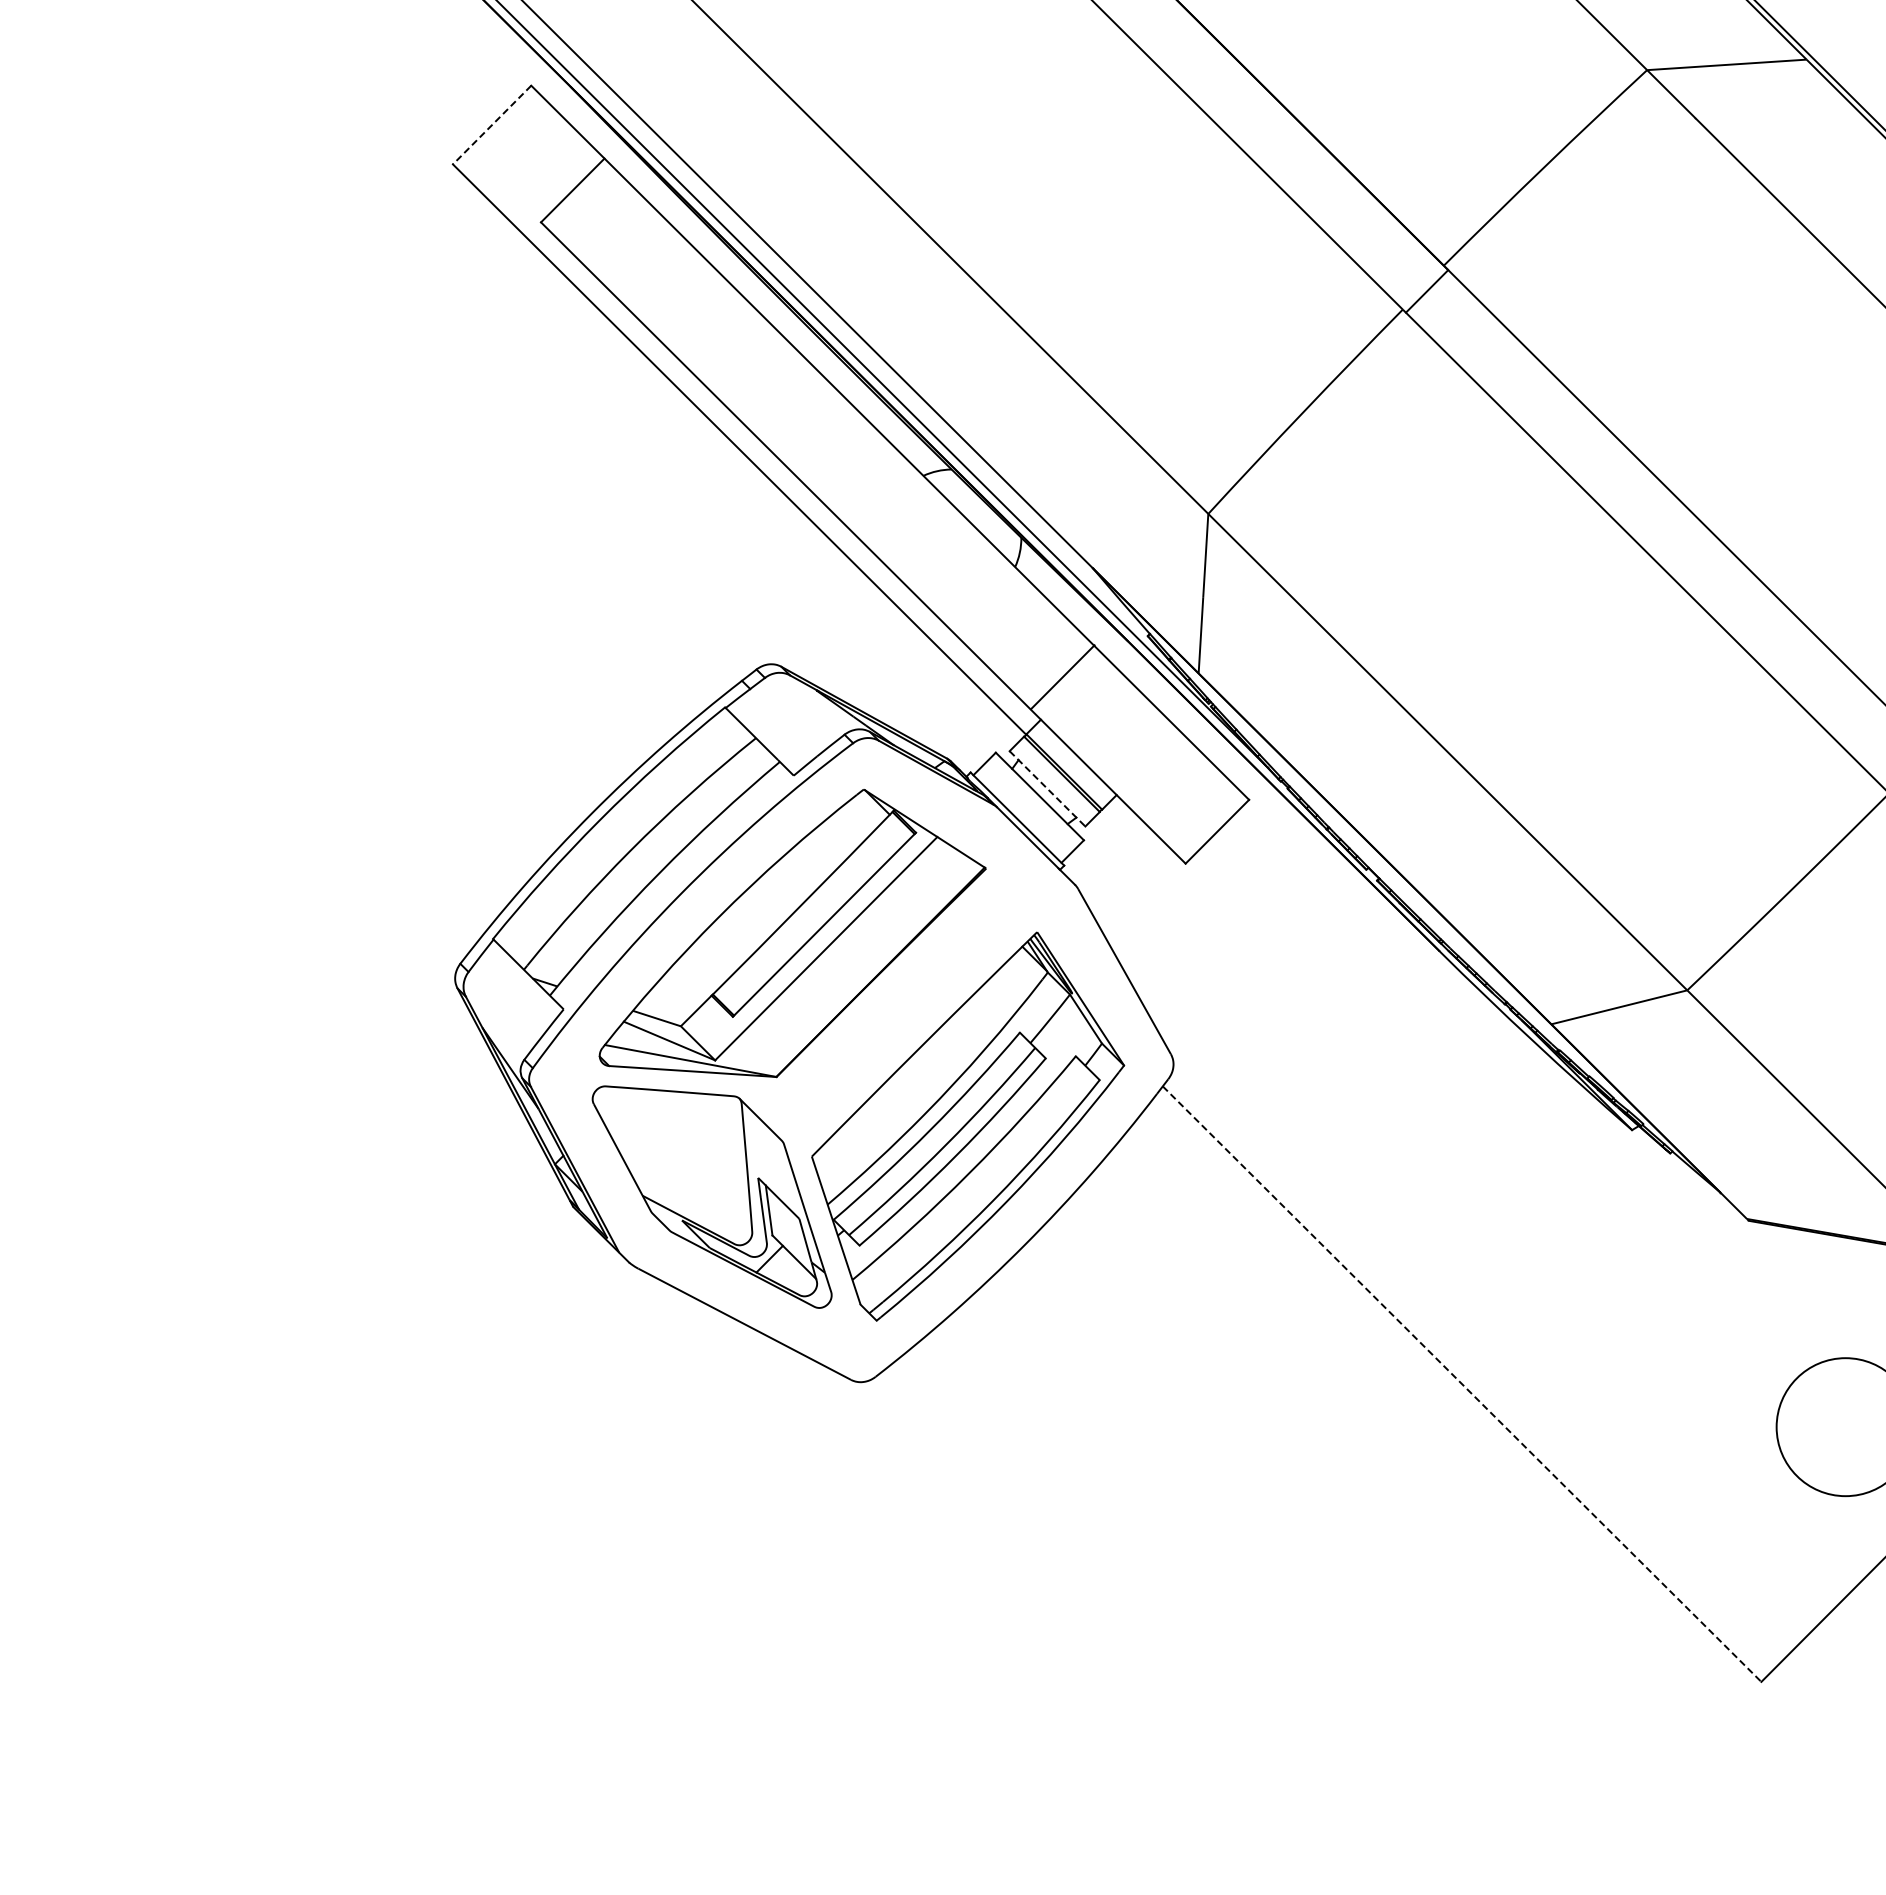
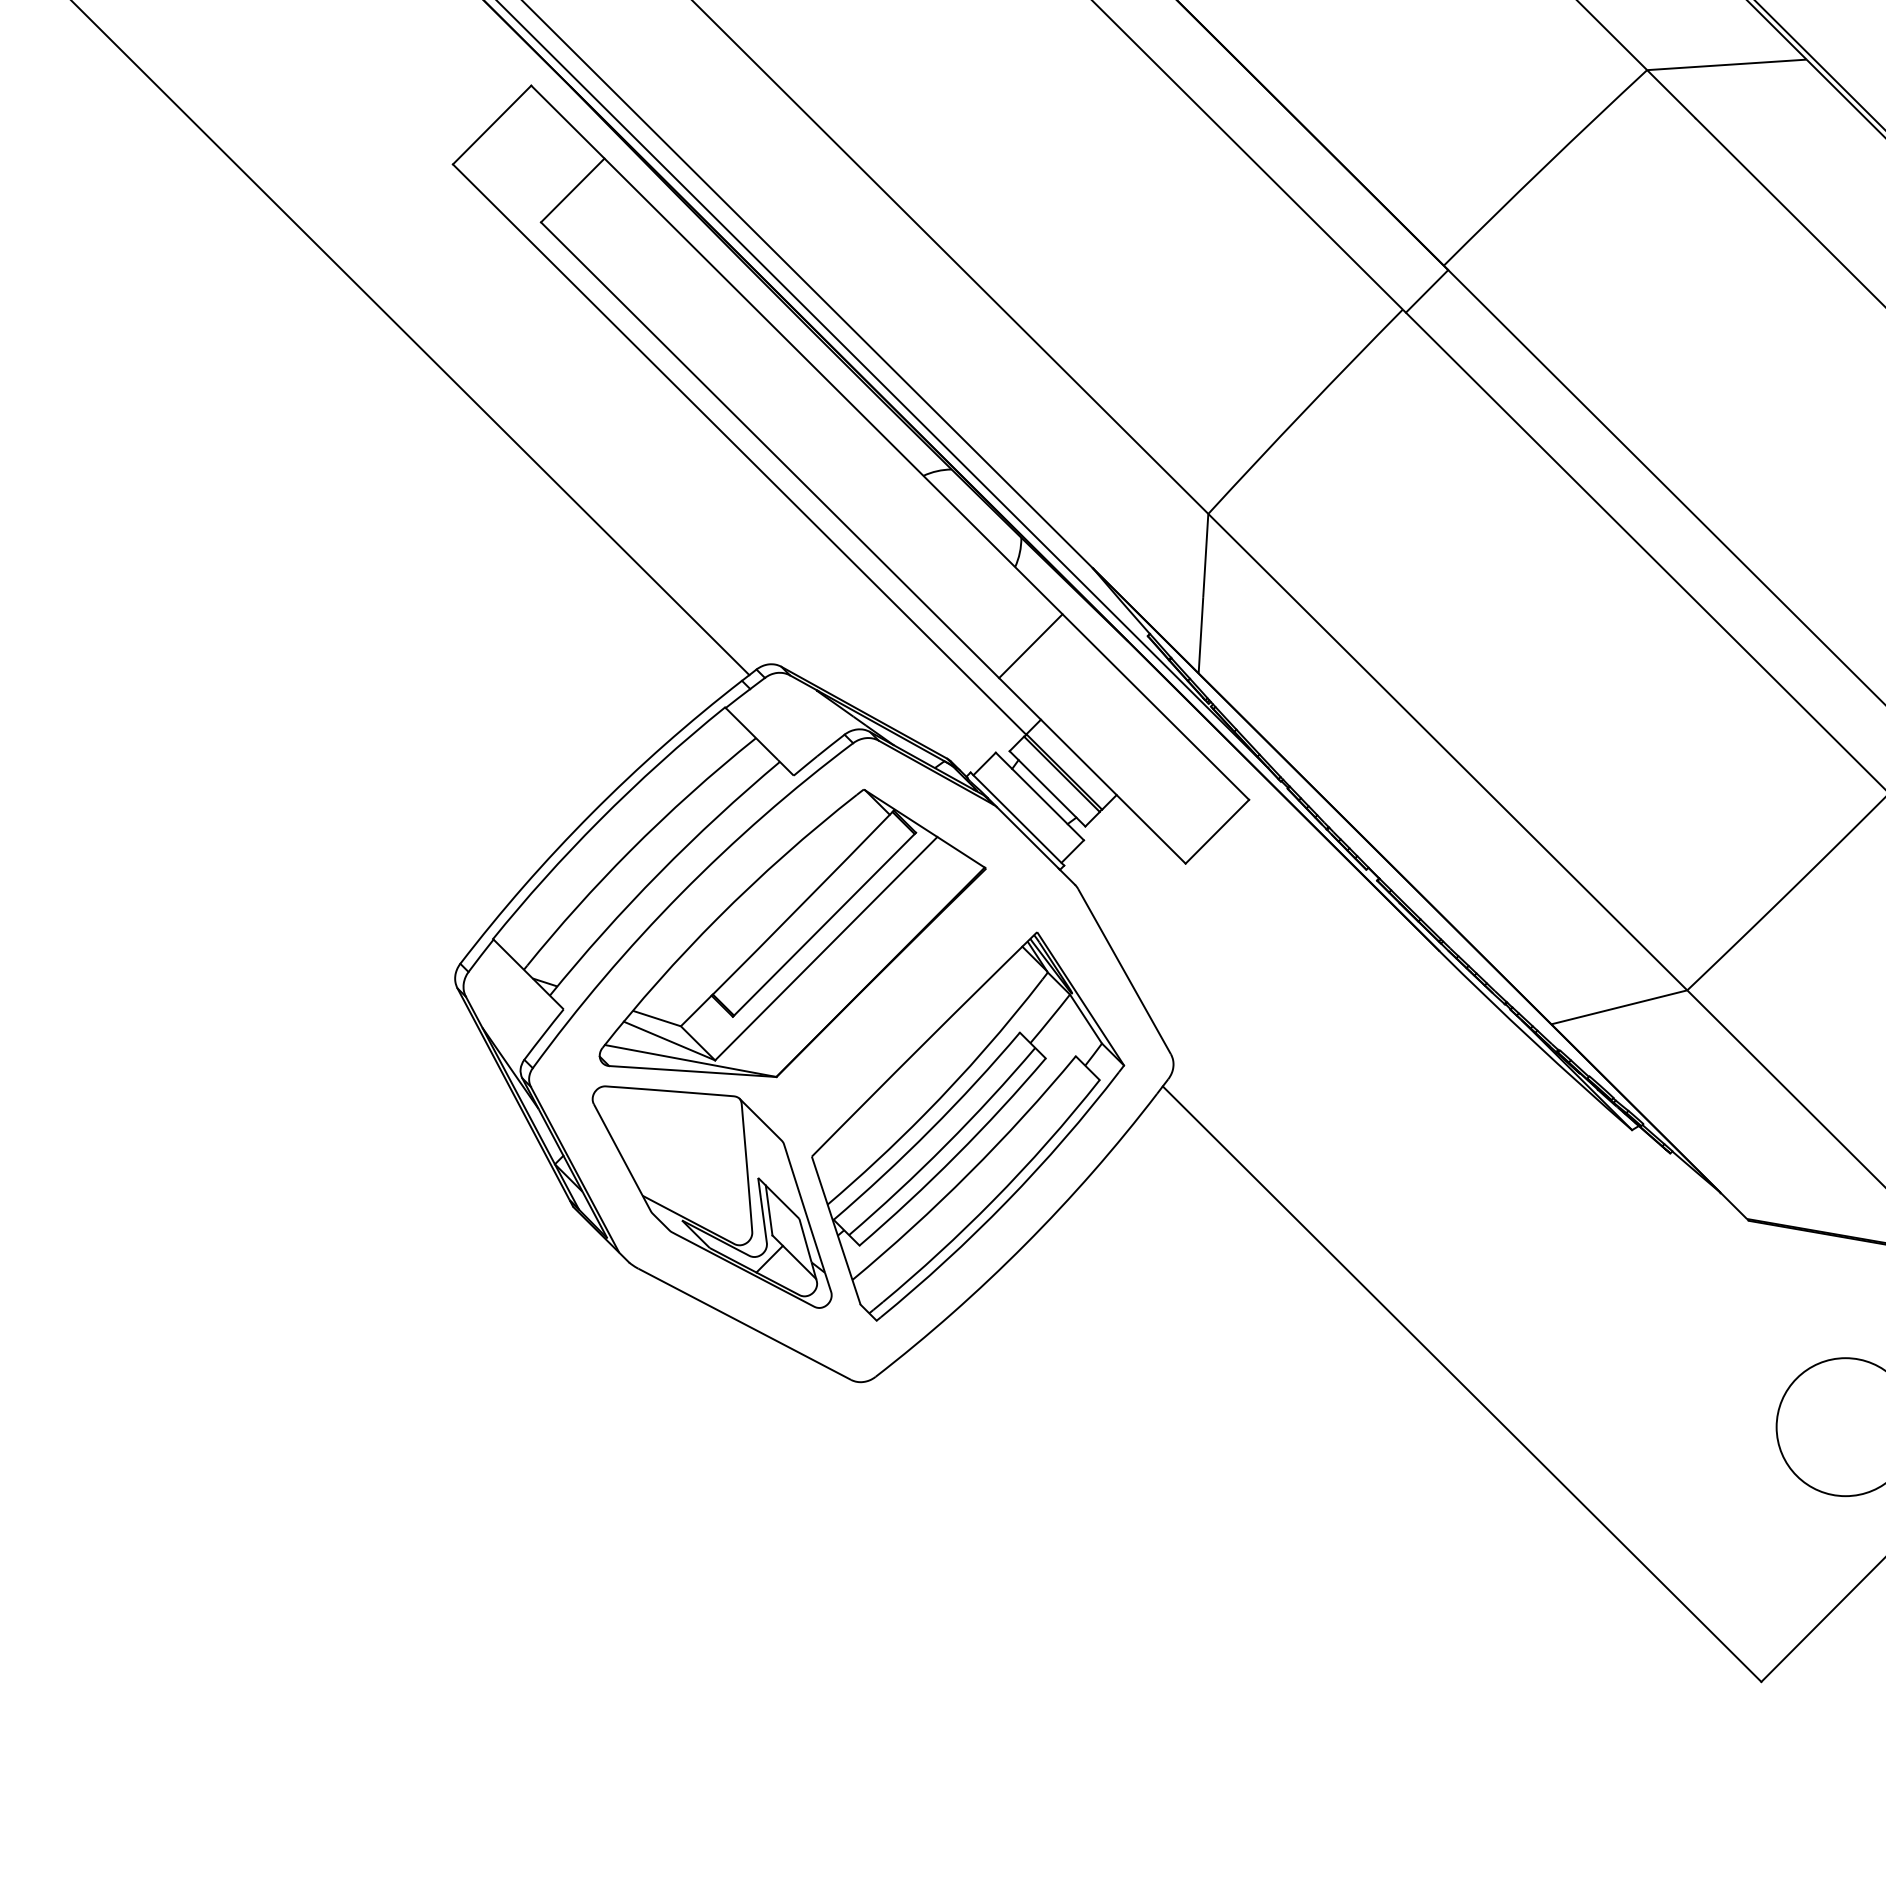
line at (492, 125): dashed -> solid
line at (410, 338): none -> present
line at (1062, 677) position: (1062, 677) -> (1030, 646)
line at (1047, 789): dashed -> solid
line at (1462, 1384): dashed -> solid
